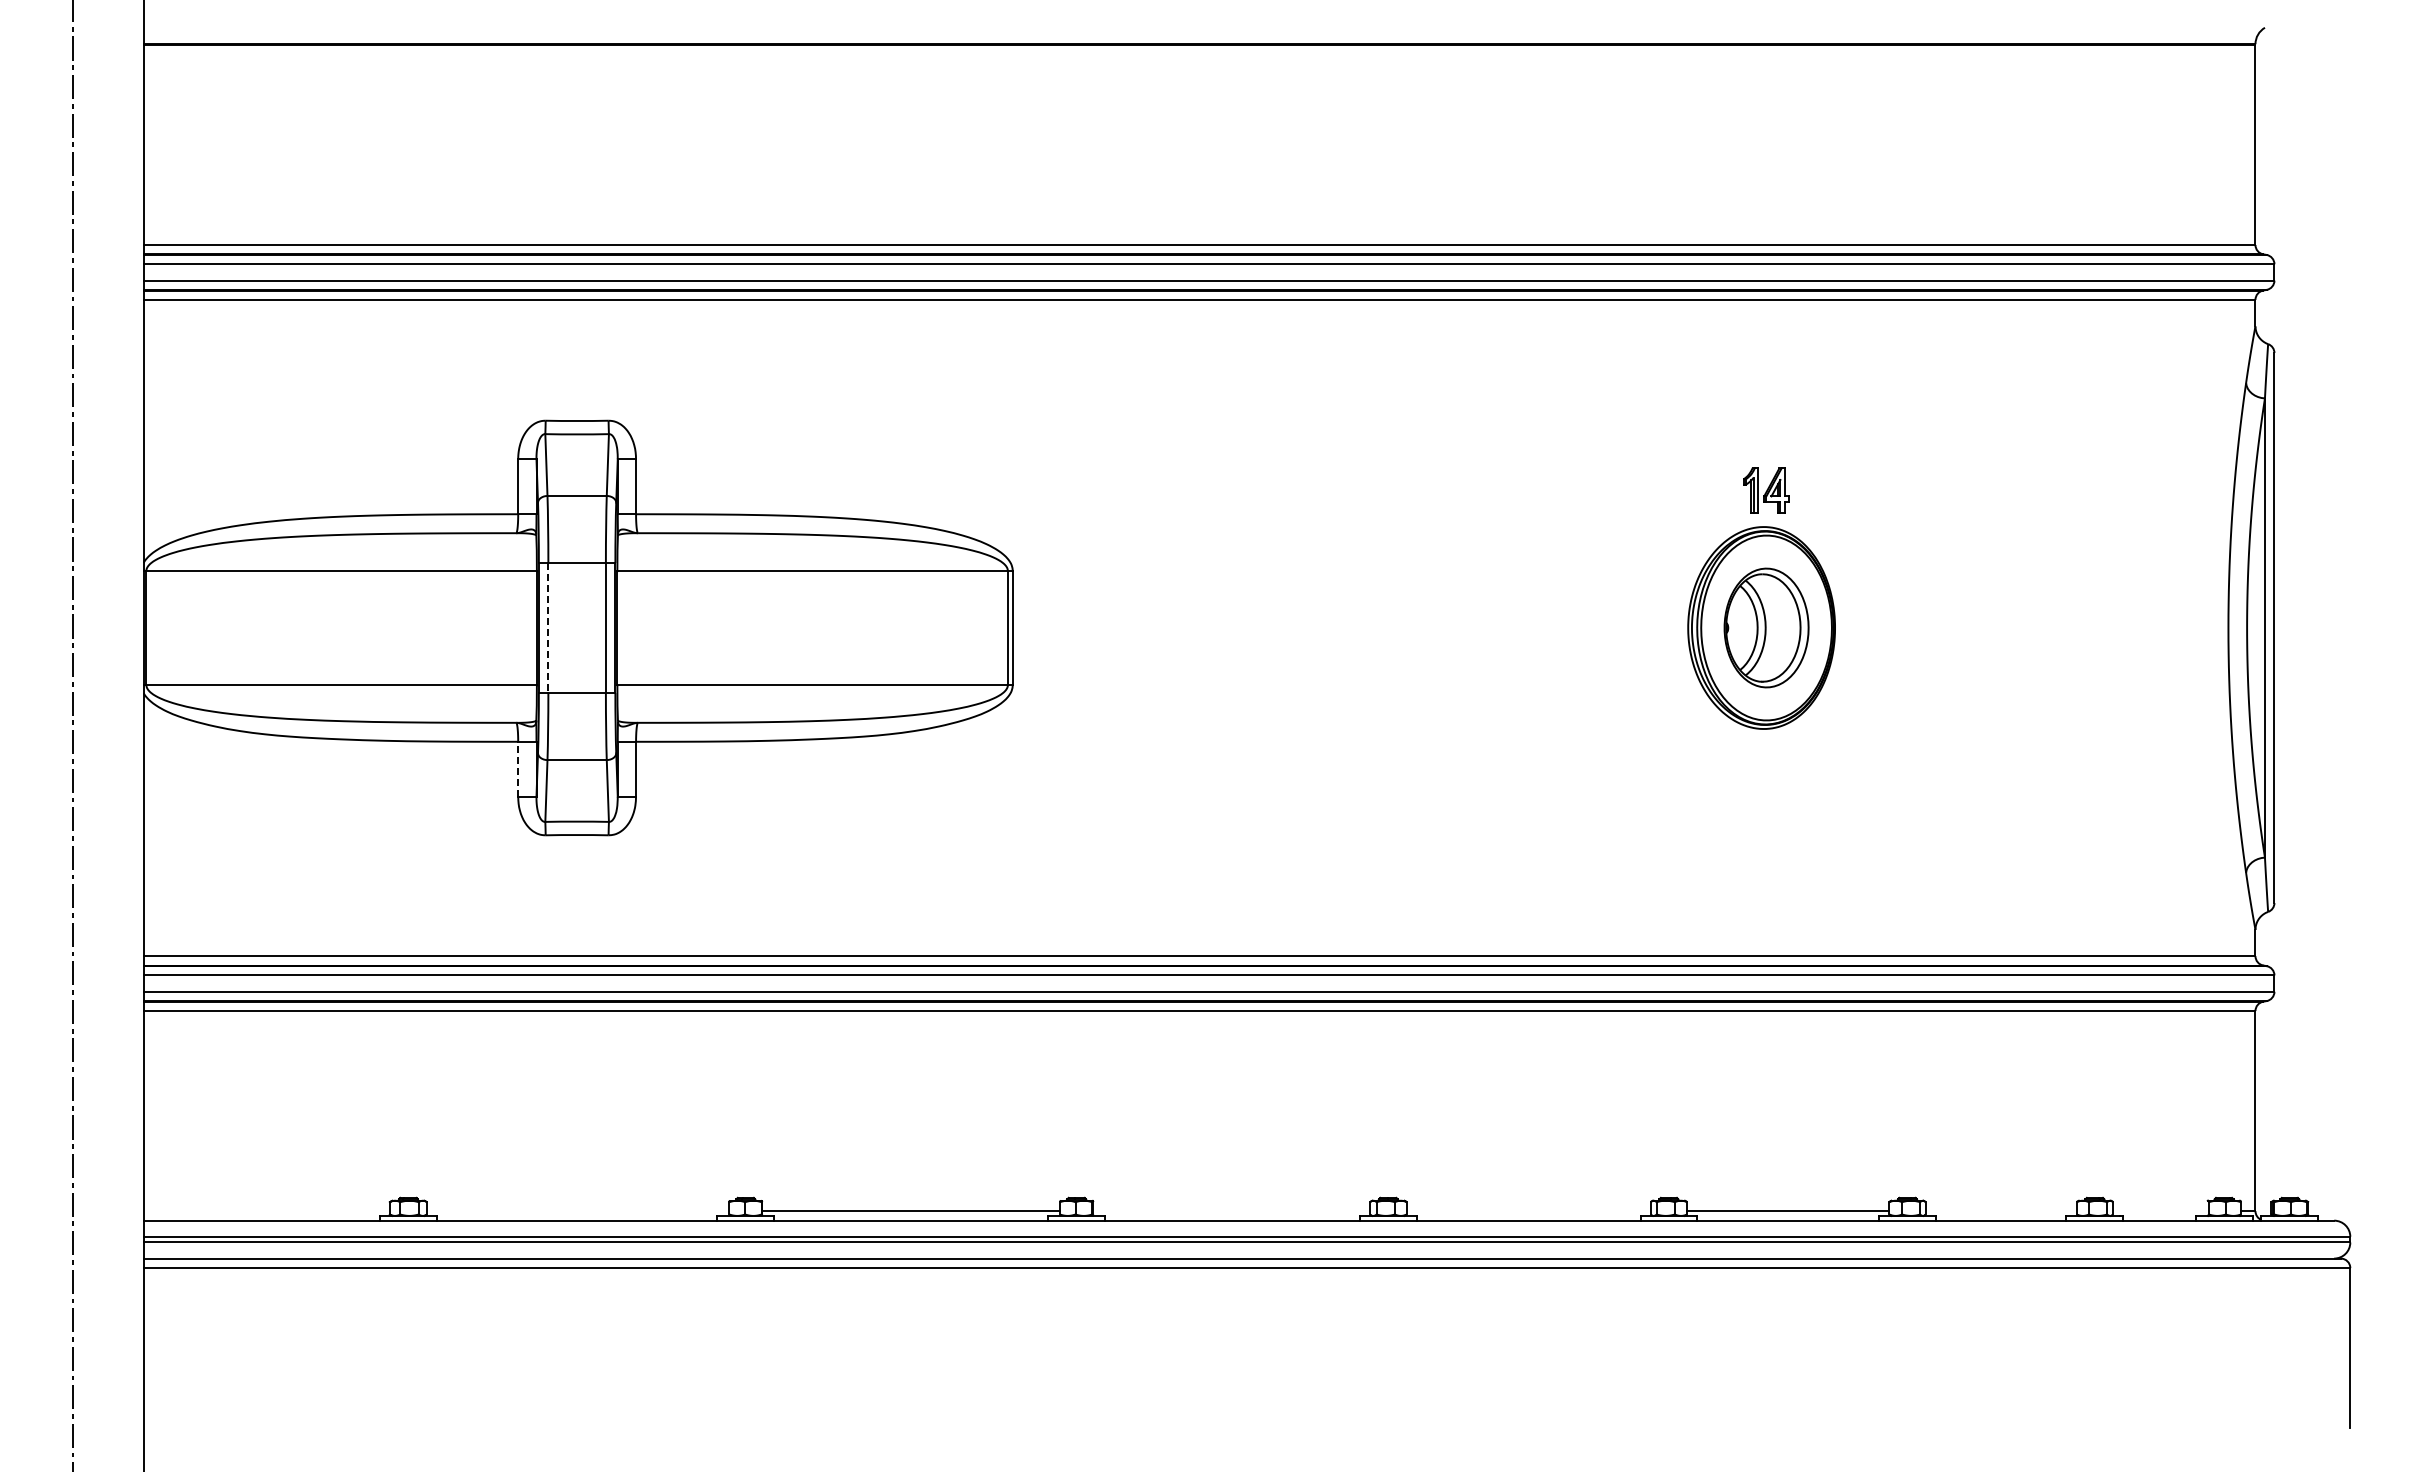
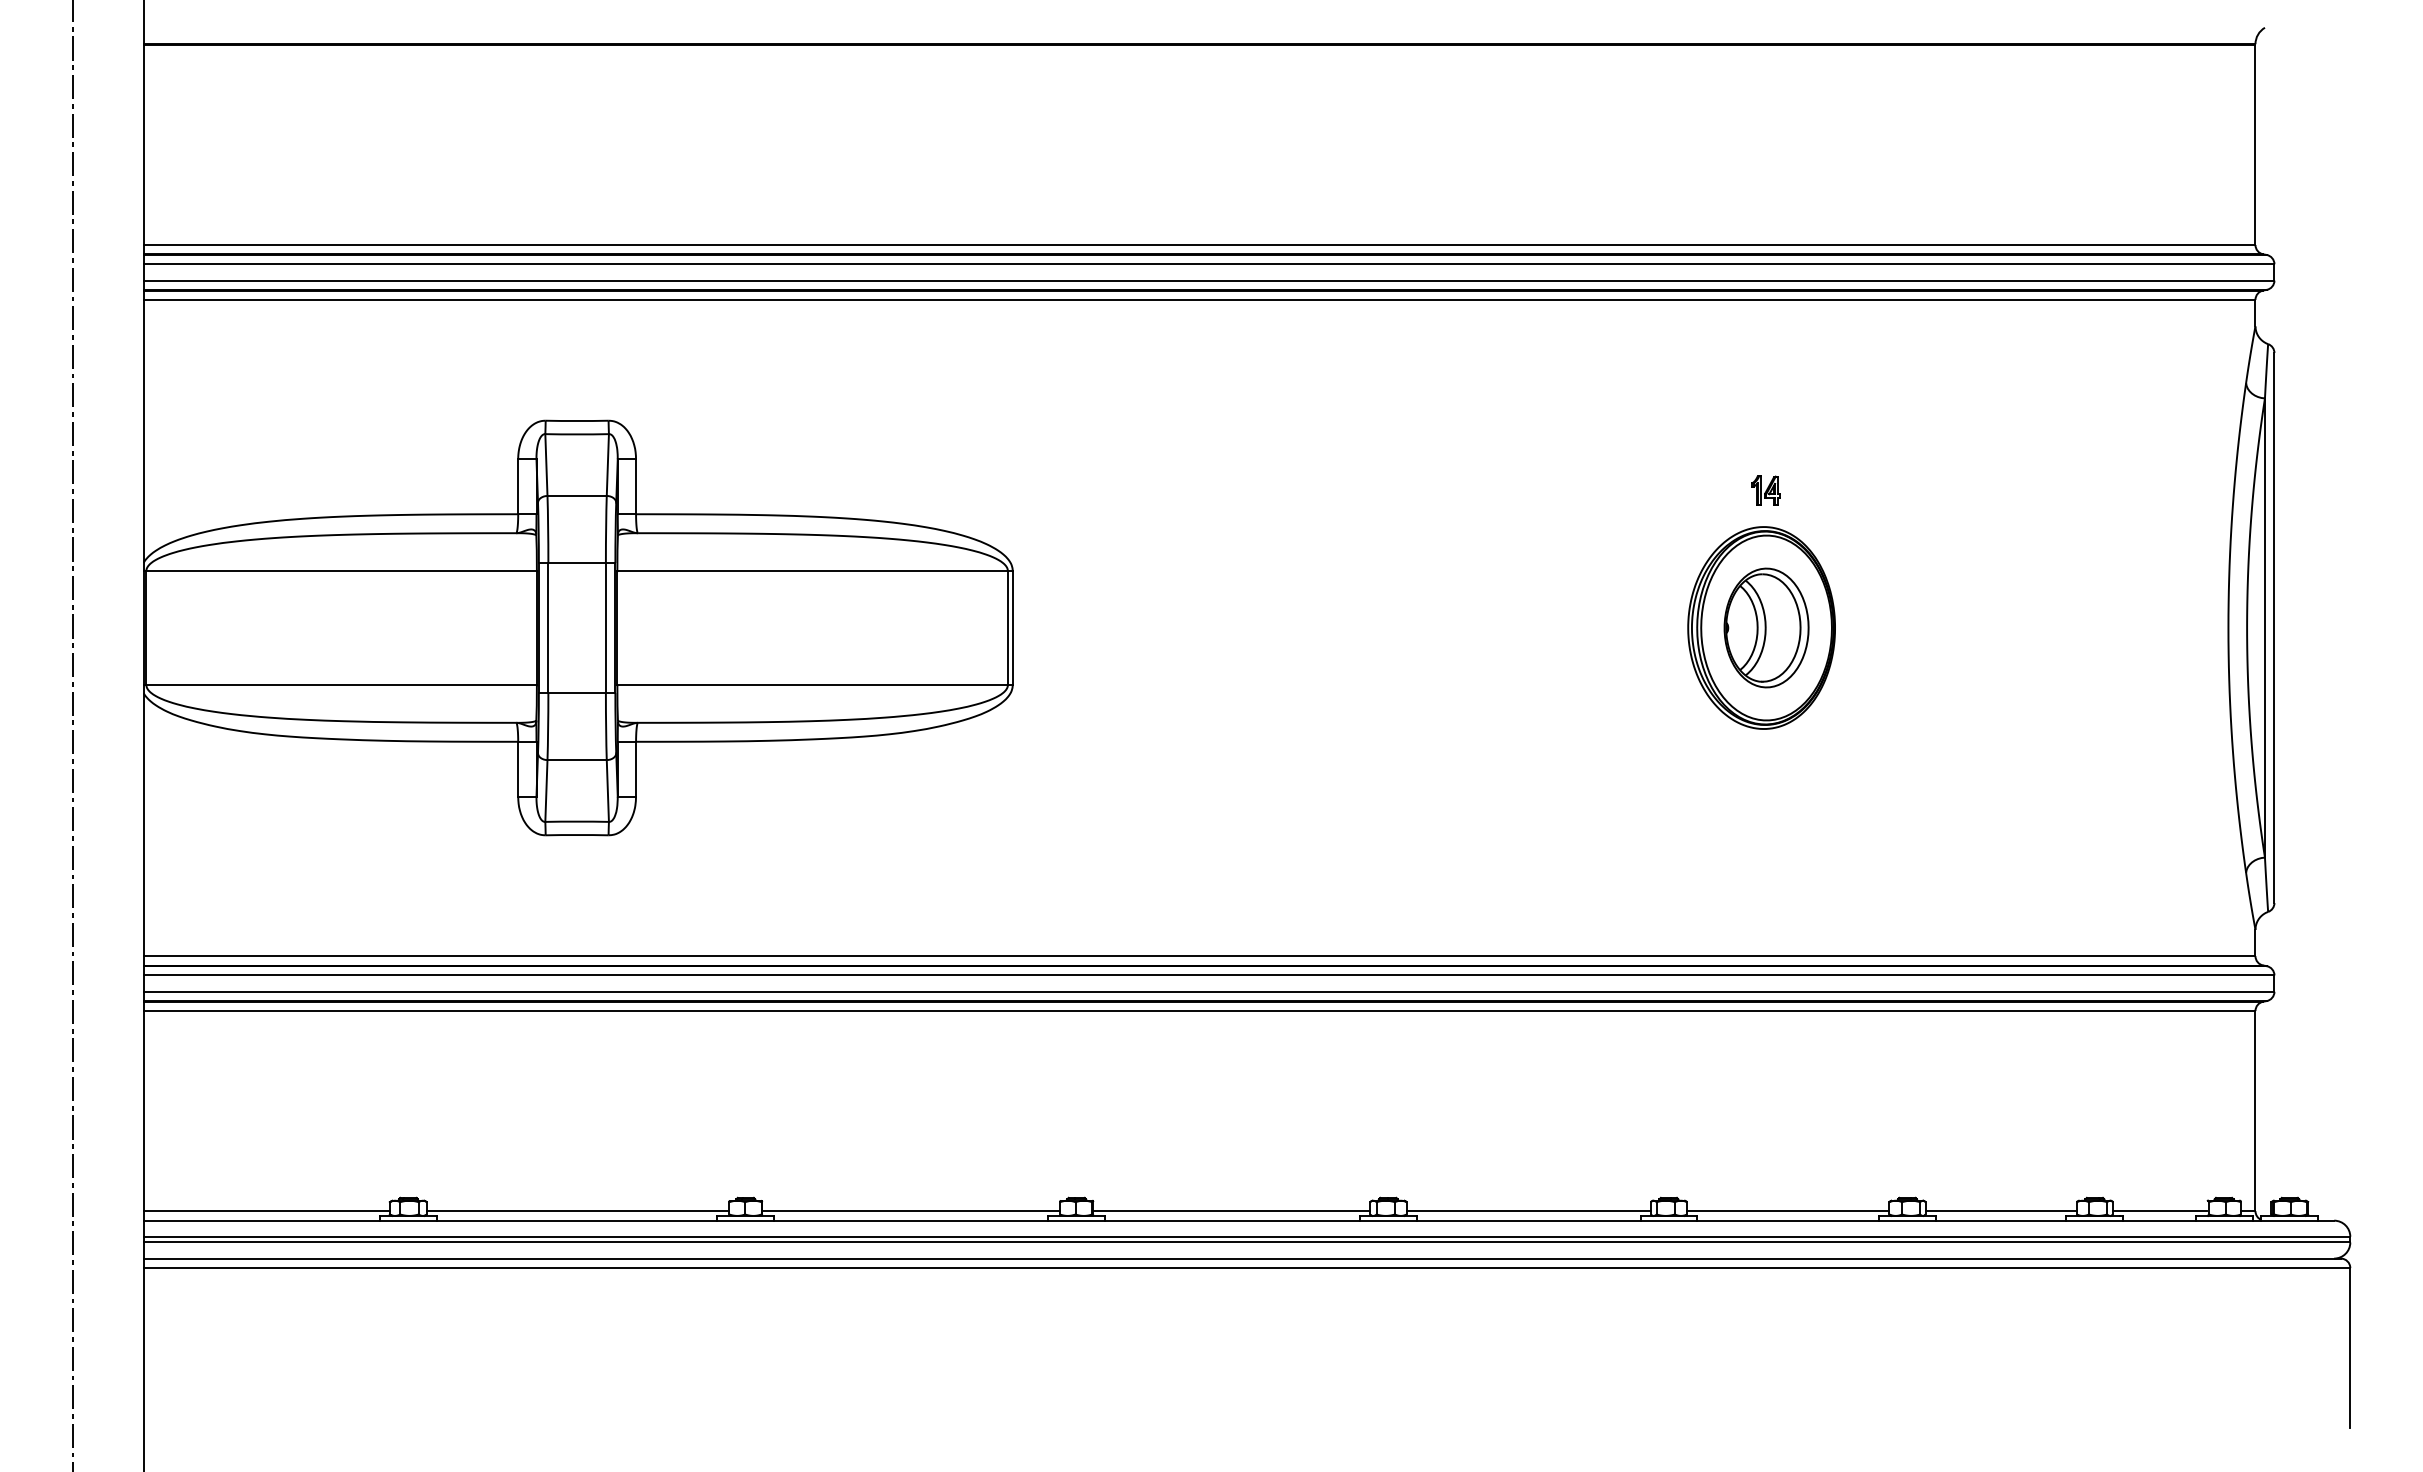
part at (1766, 490) size: 47x47 px -> 30x31 px
line at (548, 628): dashed -> solid
line at (518, 769): dashed -> solid
line at (266, 1211): none -> present
line at (578, 1211): none -> present
line at (1231, 1211): none -> present
line at (1528, 1211): none -> present
line at (2000, 1211): none -> present
line at (2160, 1211): none -> present
